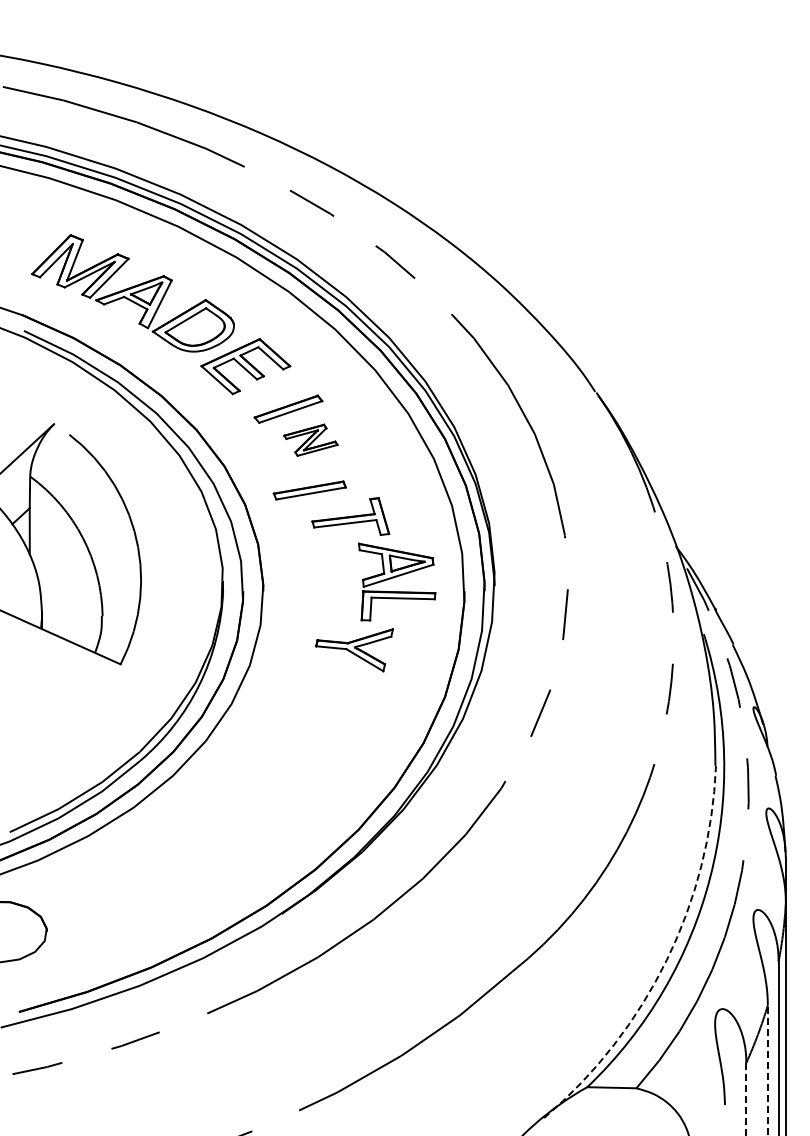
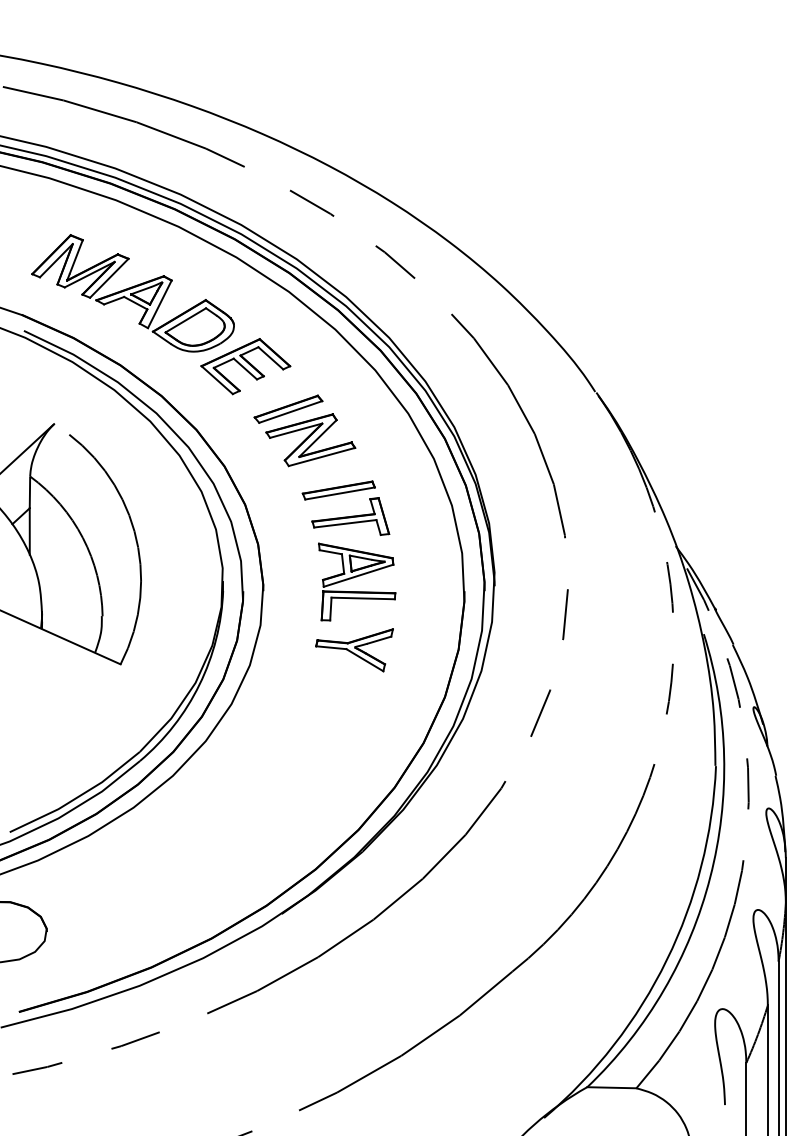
part at (310, 439) size: 56x34 px -> 92x55 px
part at (309, 490) position: (309, 490) -> (338, 490)
part at (397, 581) position: (397, 581) -> (357, 581)
arc at (666, 960): dashed -> solid
line at (767, 1070): dashed -> solid
line at (746, 1099): dashed -> solid
